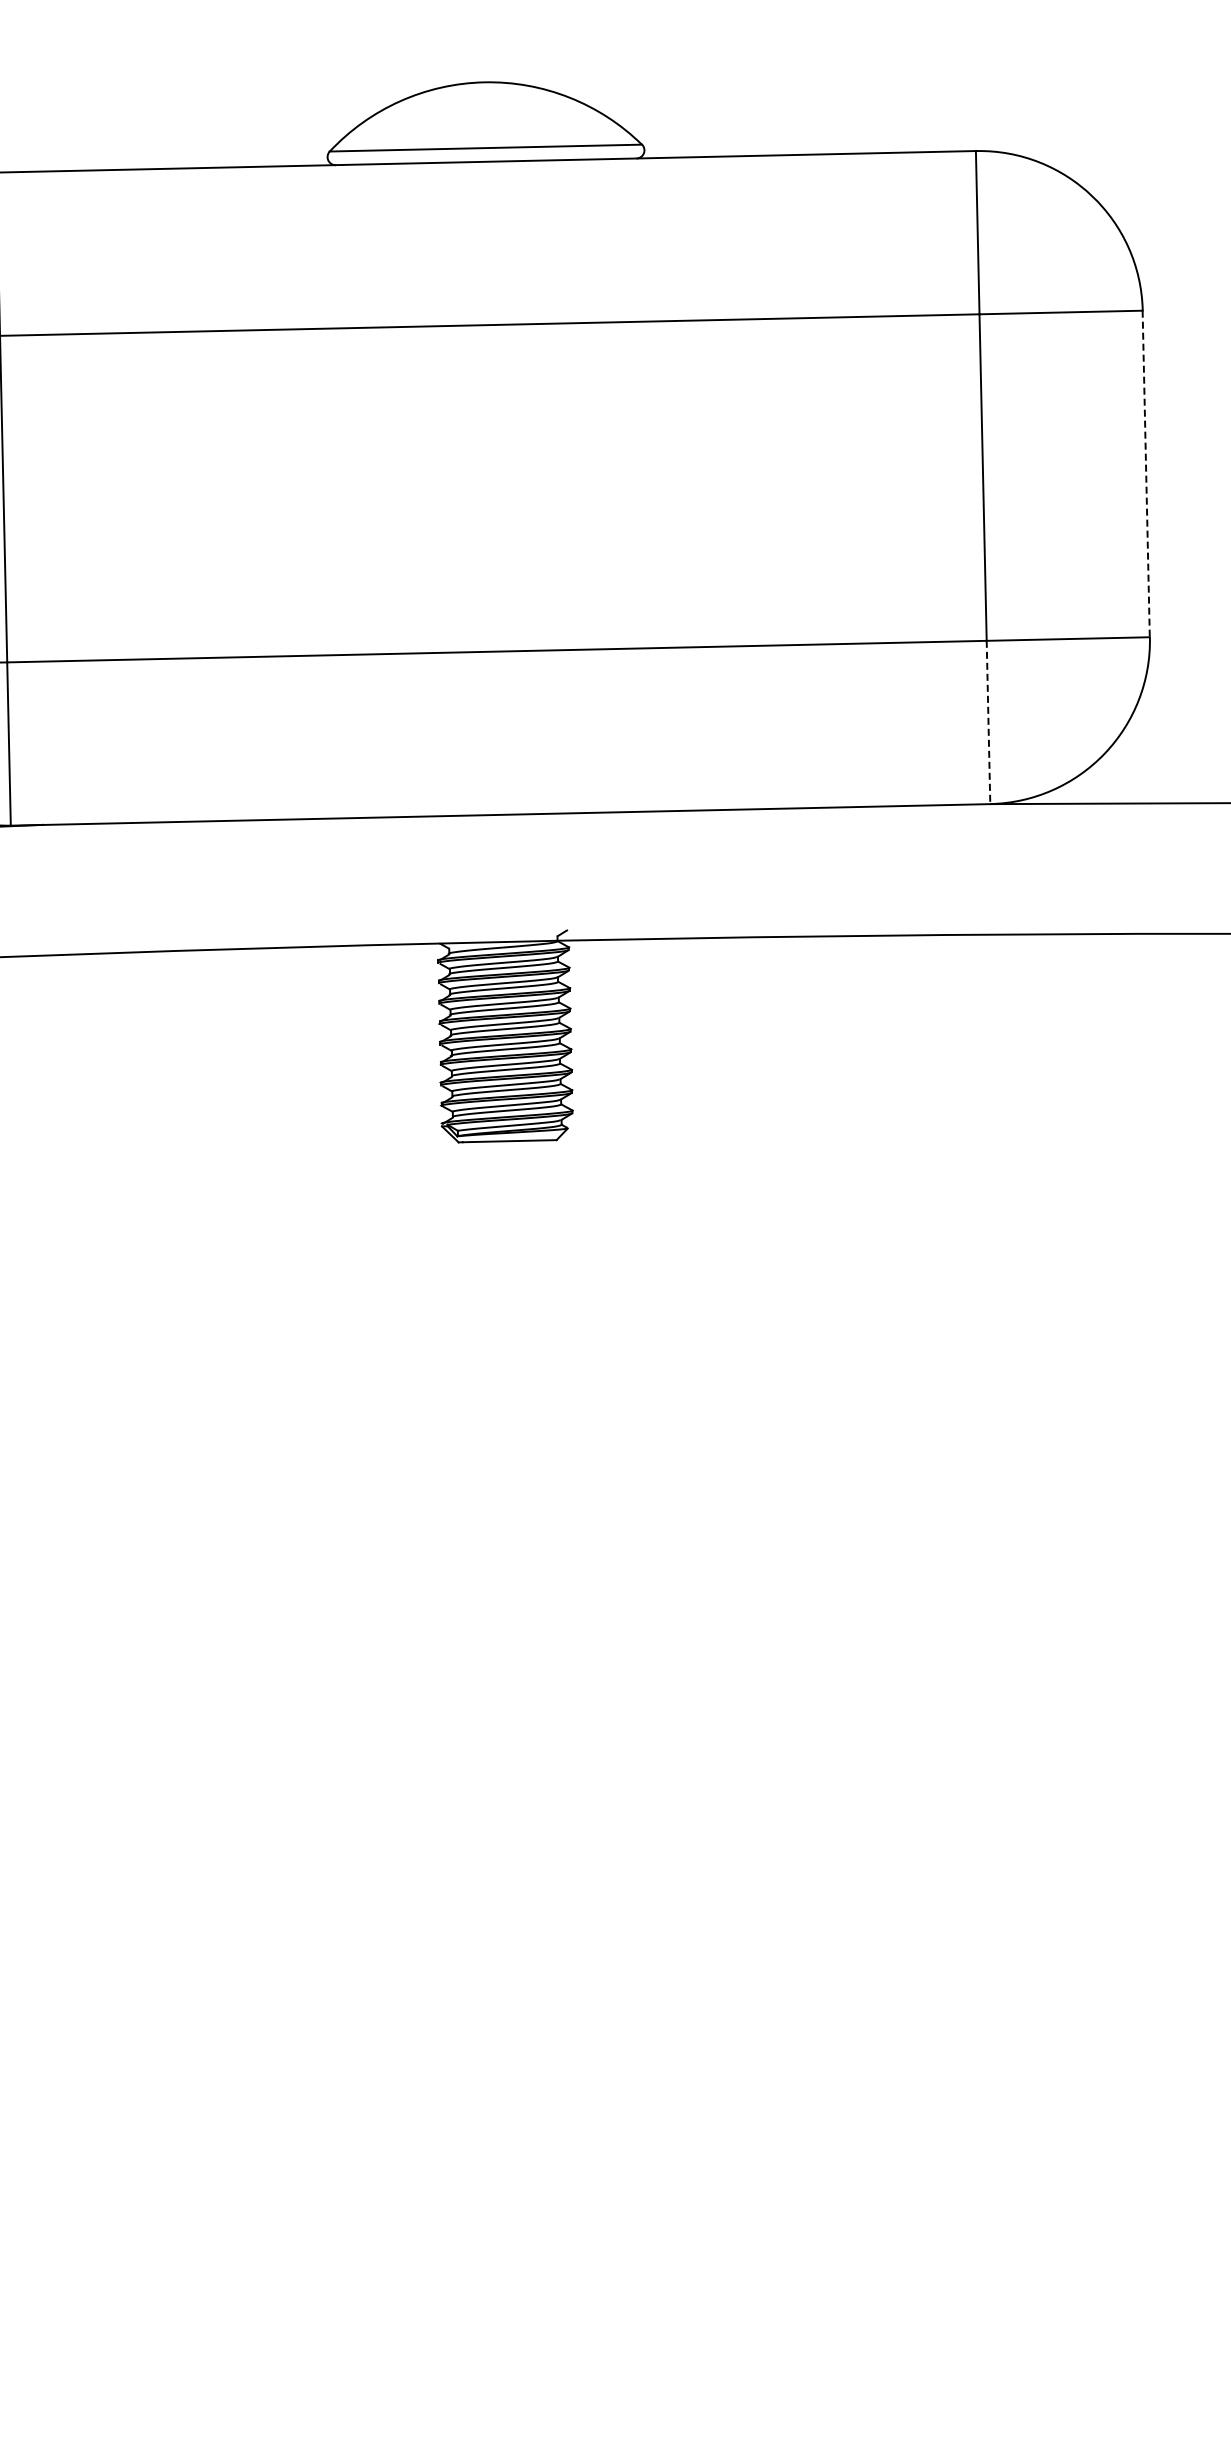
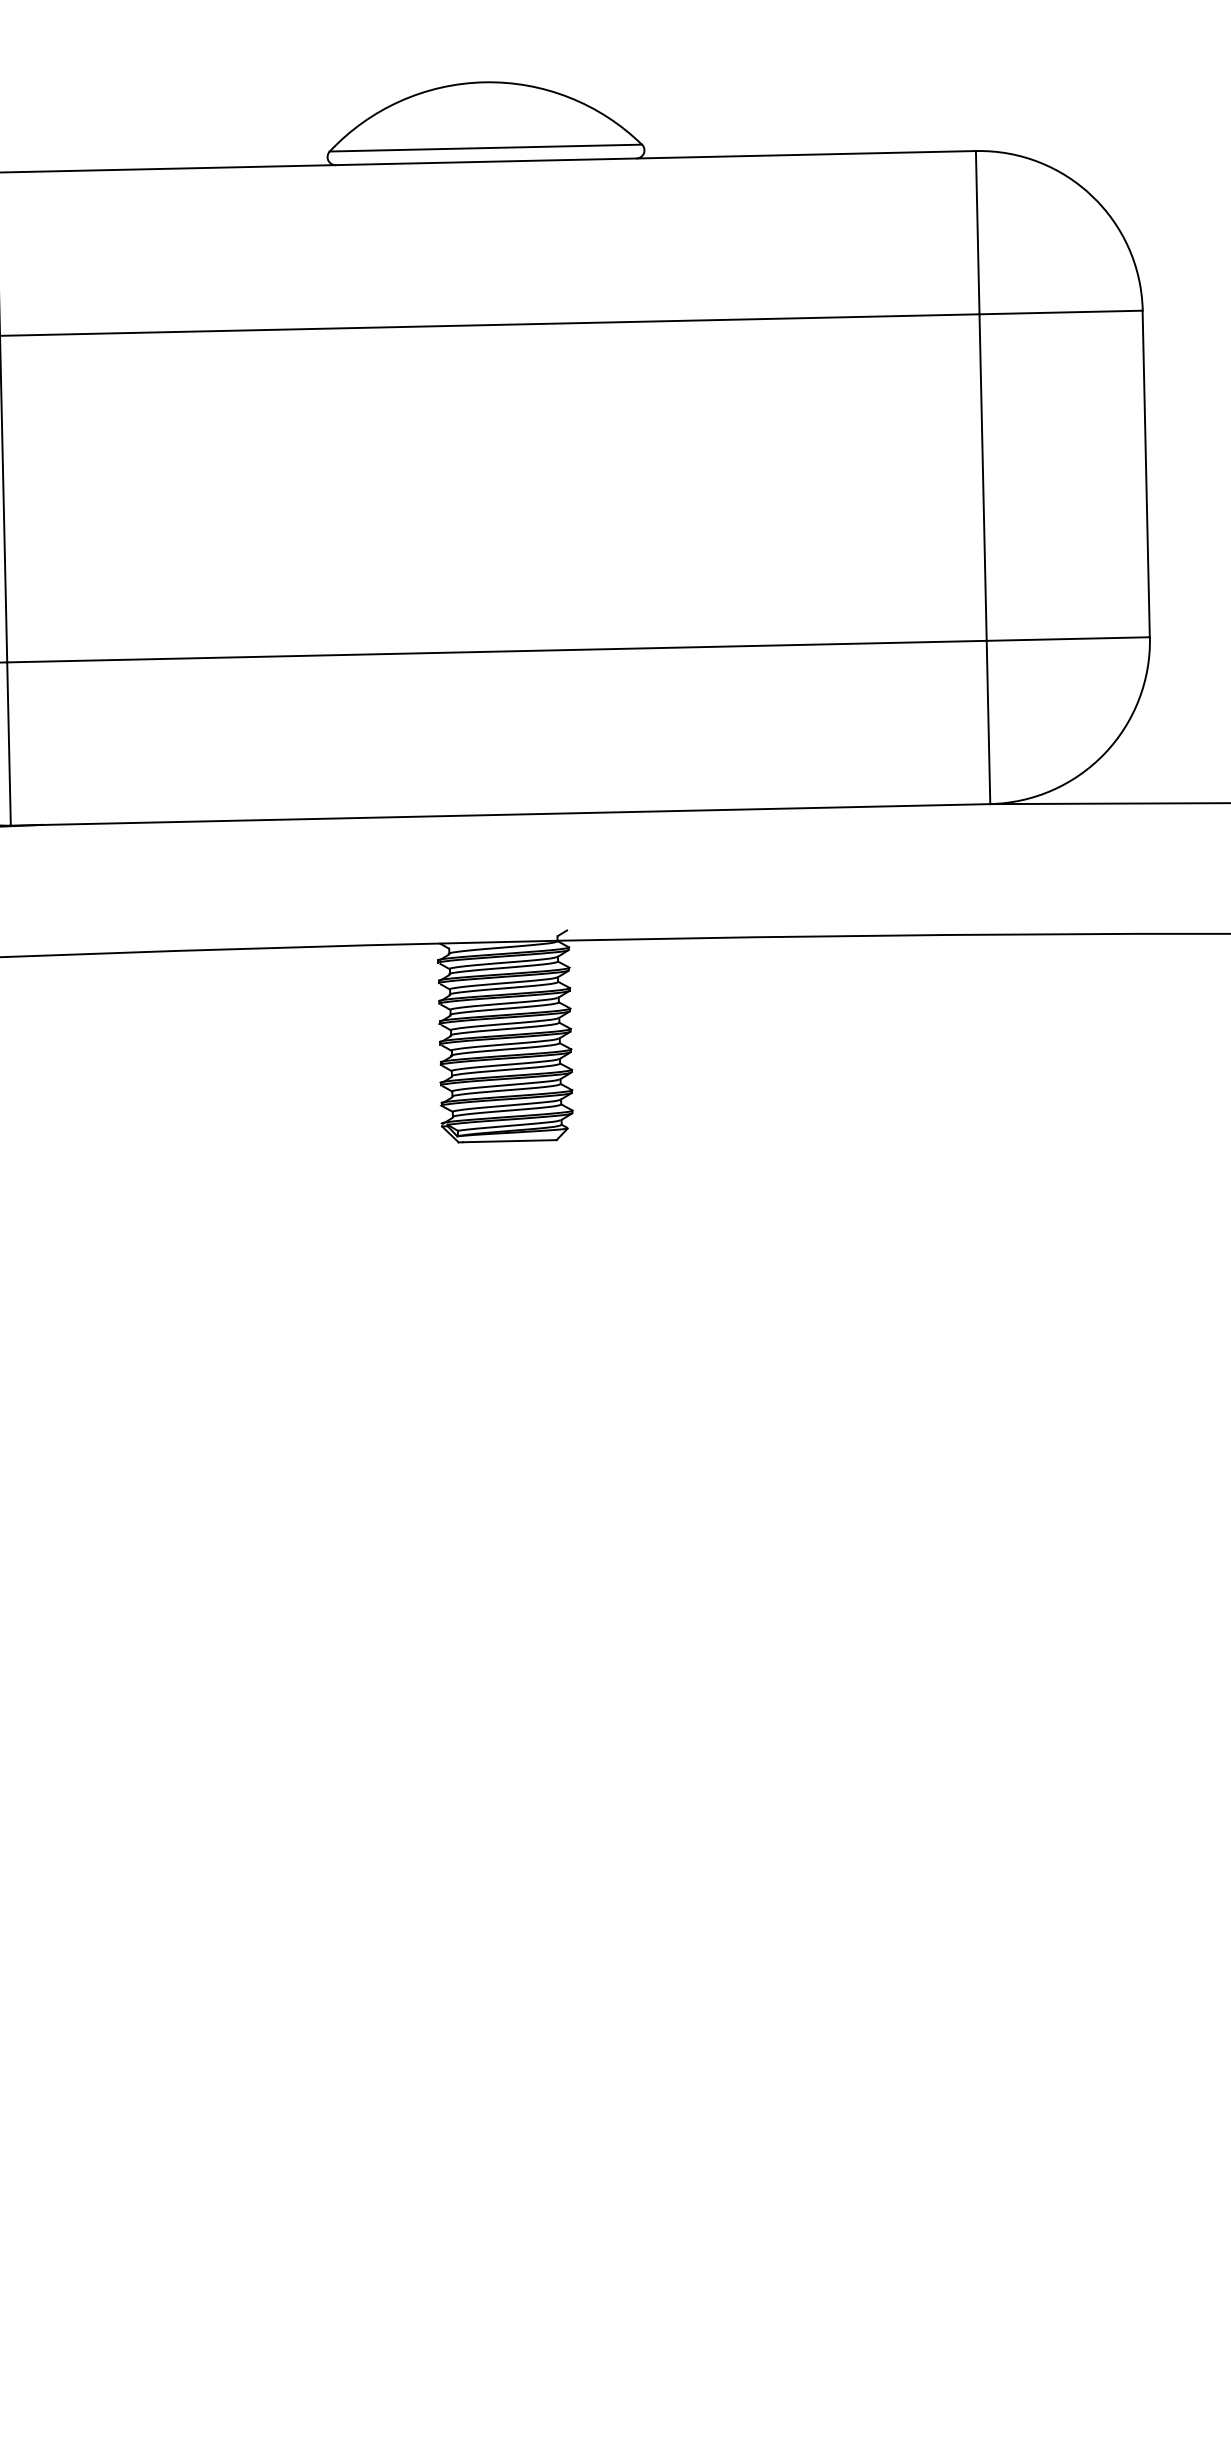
line at (1146, 474): dashed -> solid
line at (988, 722): dashed -> solid
